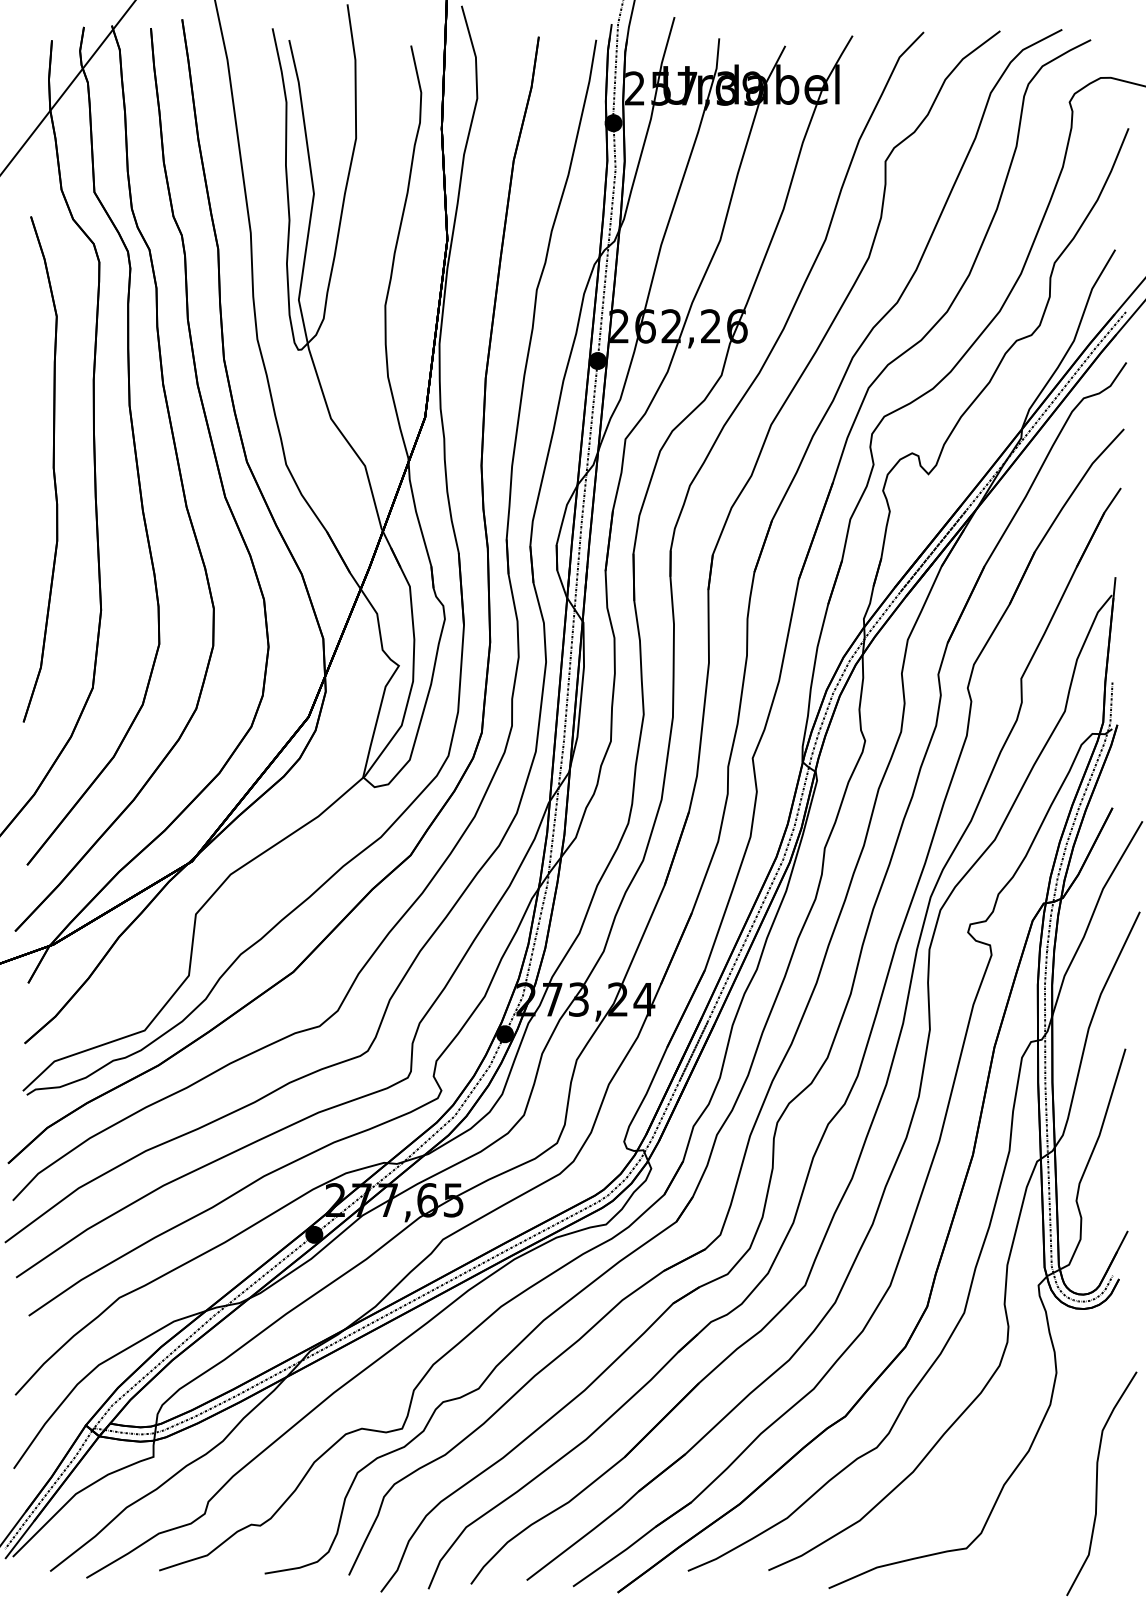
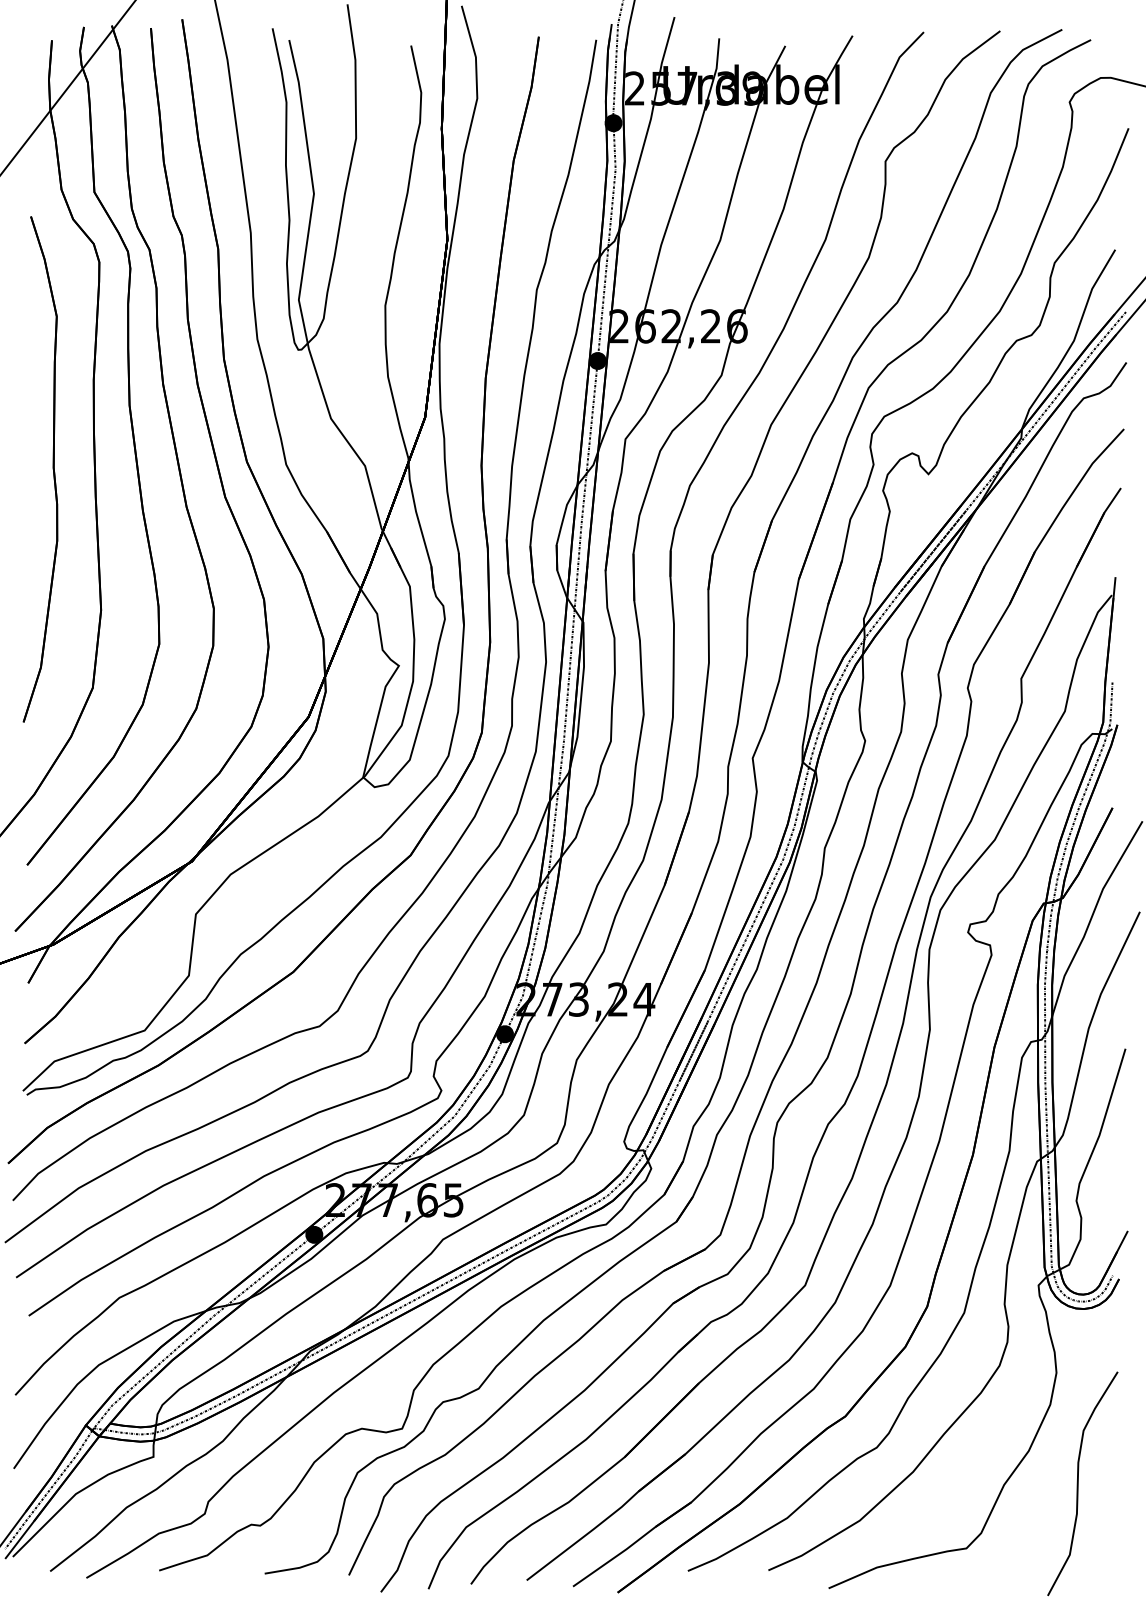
part at (1101, 1483) position: (1101, 1483) -> (1082, 1483)
